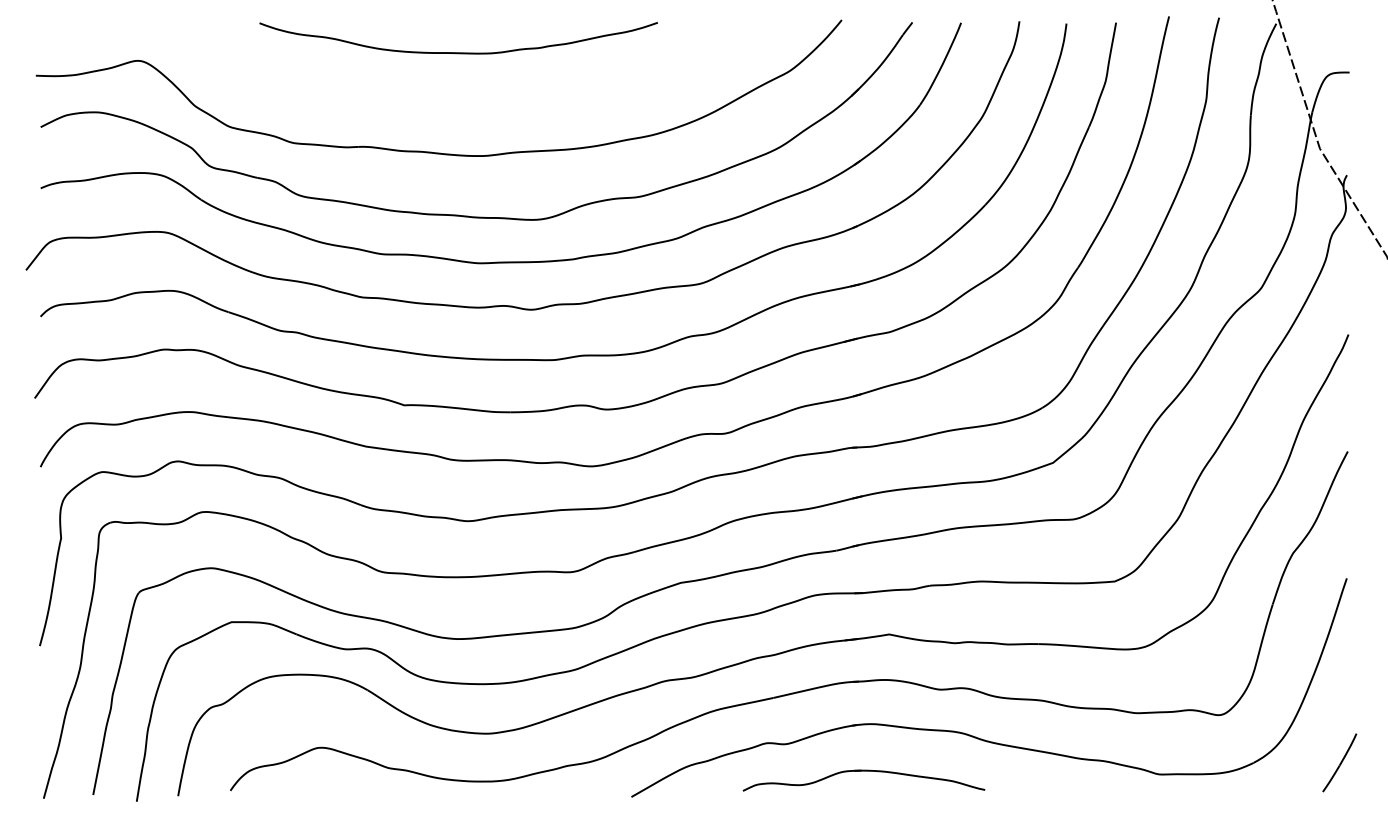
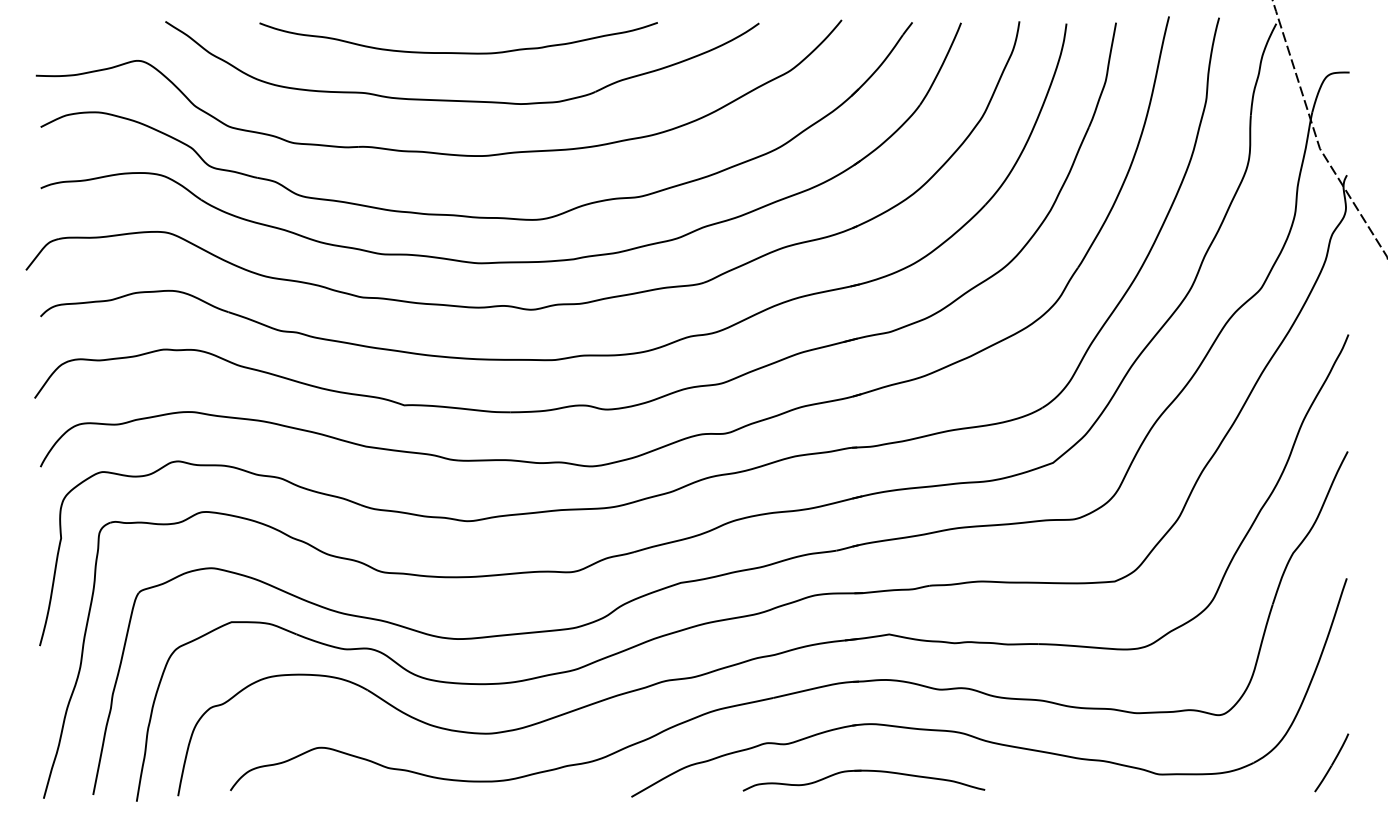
part at (462, 100): none -> present
part at (1339, 762) position: (1339, 762) -> (1331, 762)
